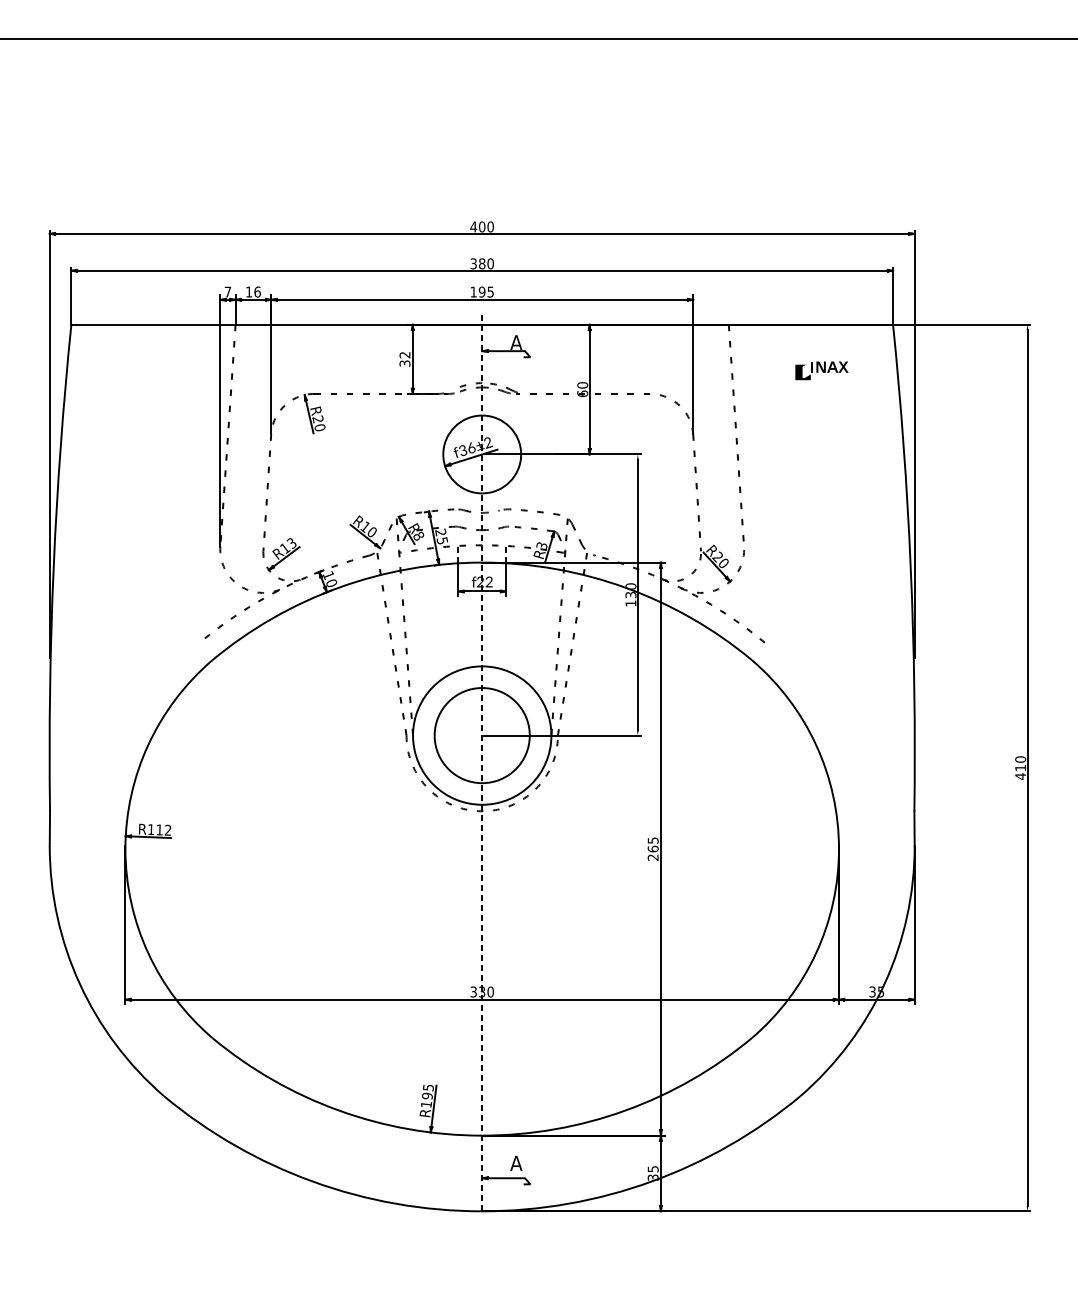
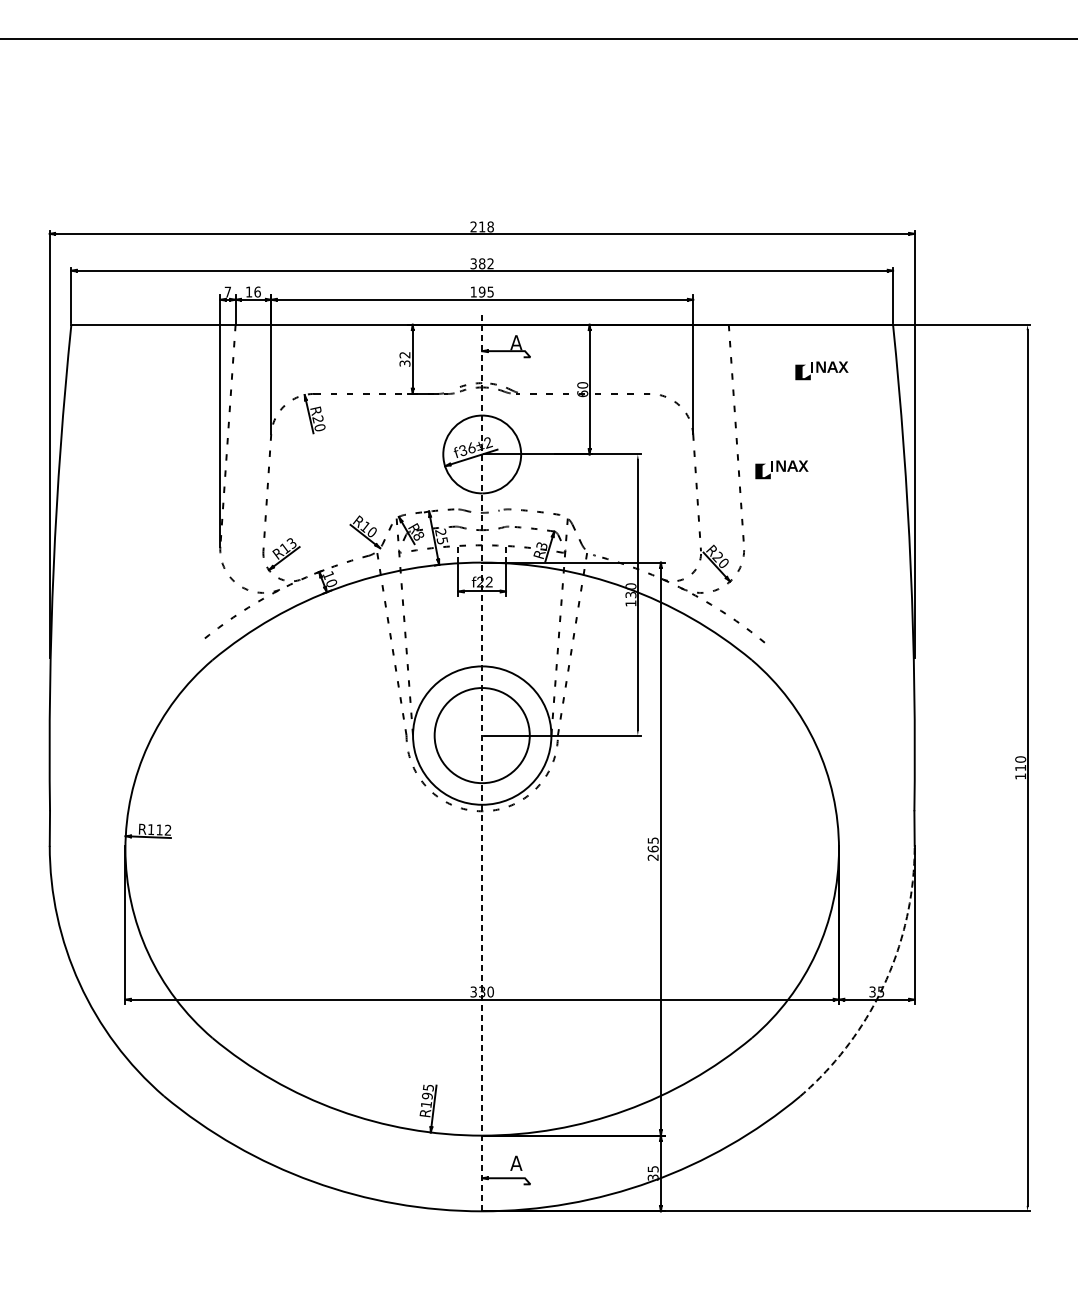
text at (481, 226): 400 -> 218
text at (490, 263): 380 -> 382
part at (781, 469): none -> present
text at (1020, 776): 410 -> 110
arc at (884, 983): solid -> dashed
